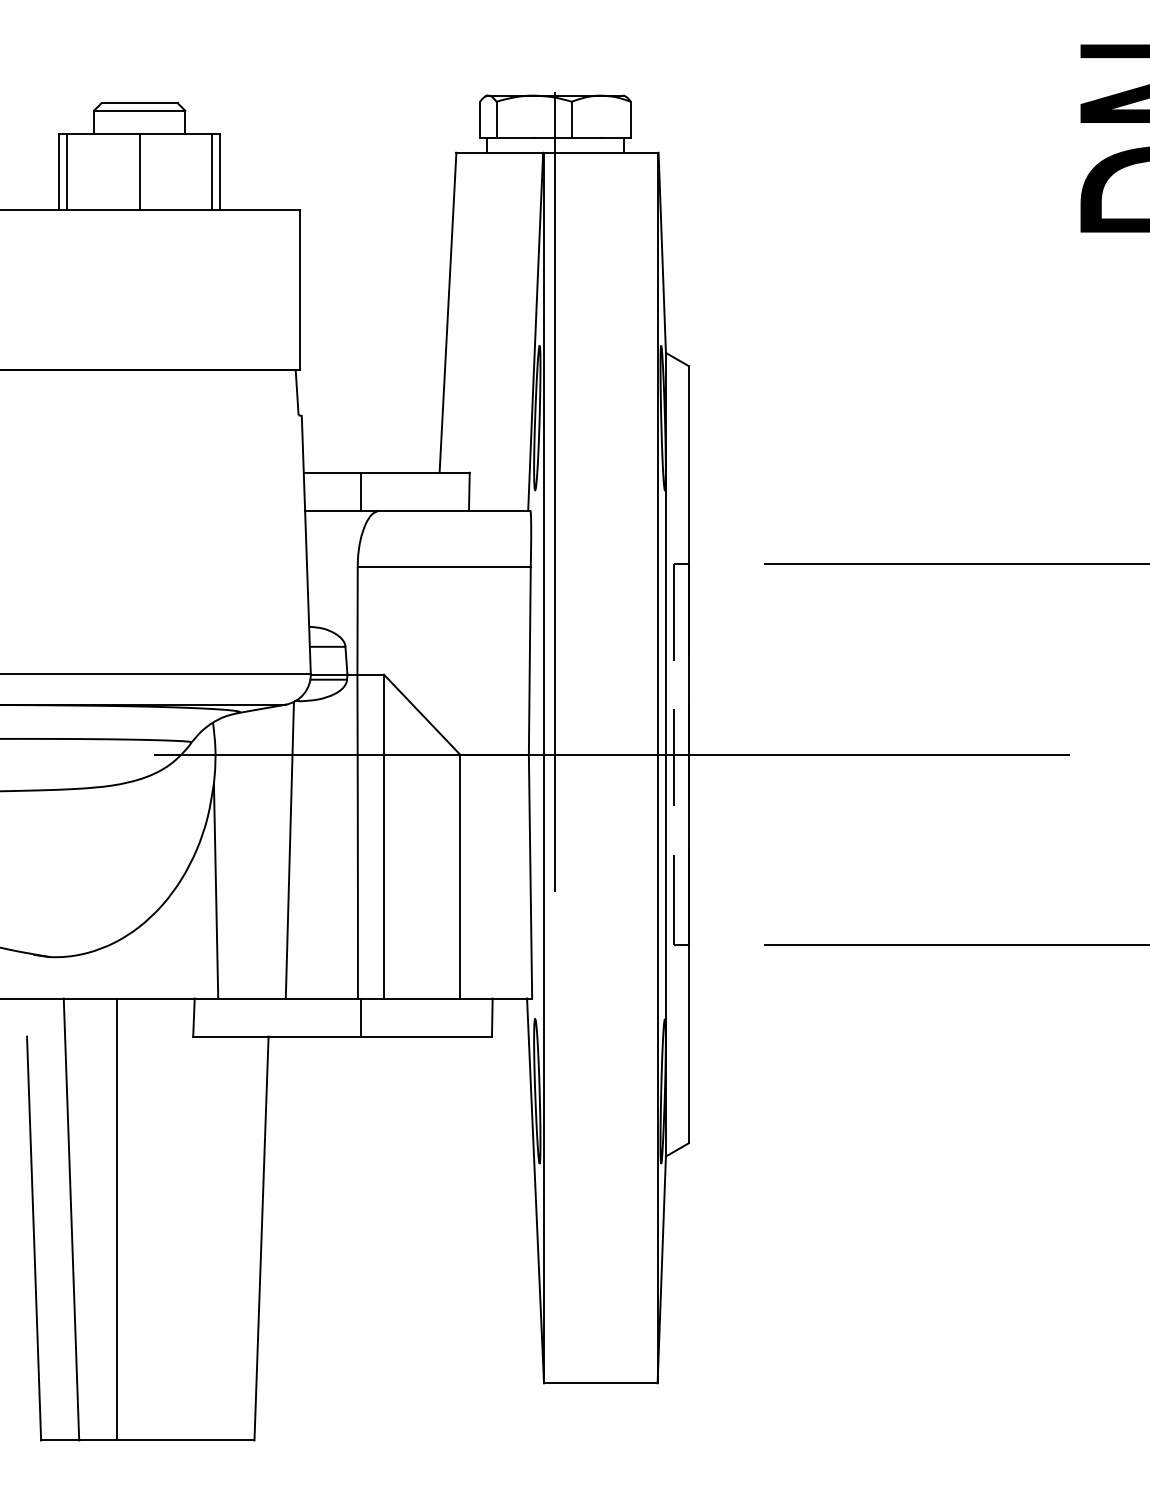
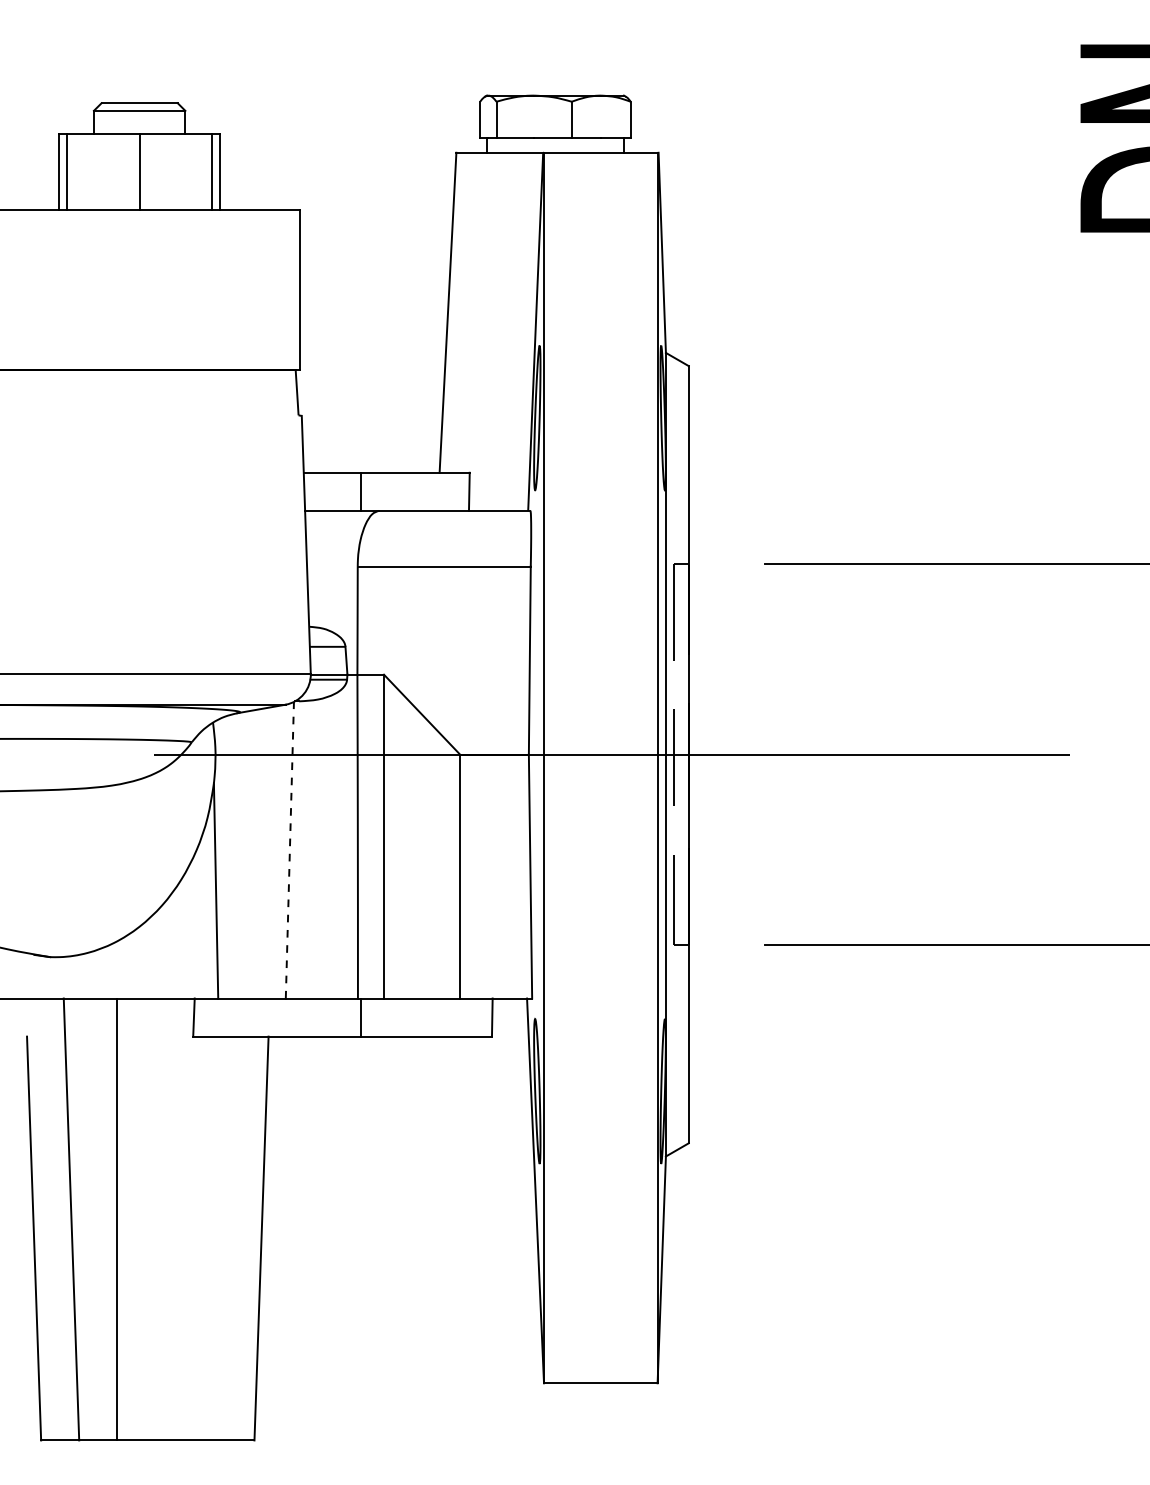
line at (555, 491): present -> none
line at (289, 849): solid -> dashed
